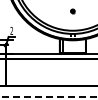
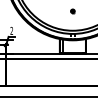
line at (48, 96): dashed -> solid
